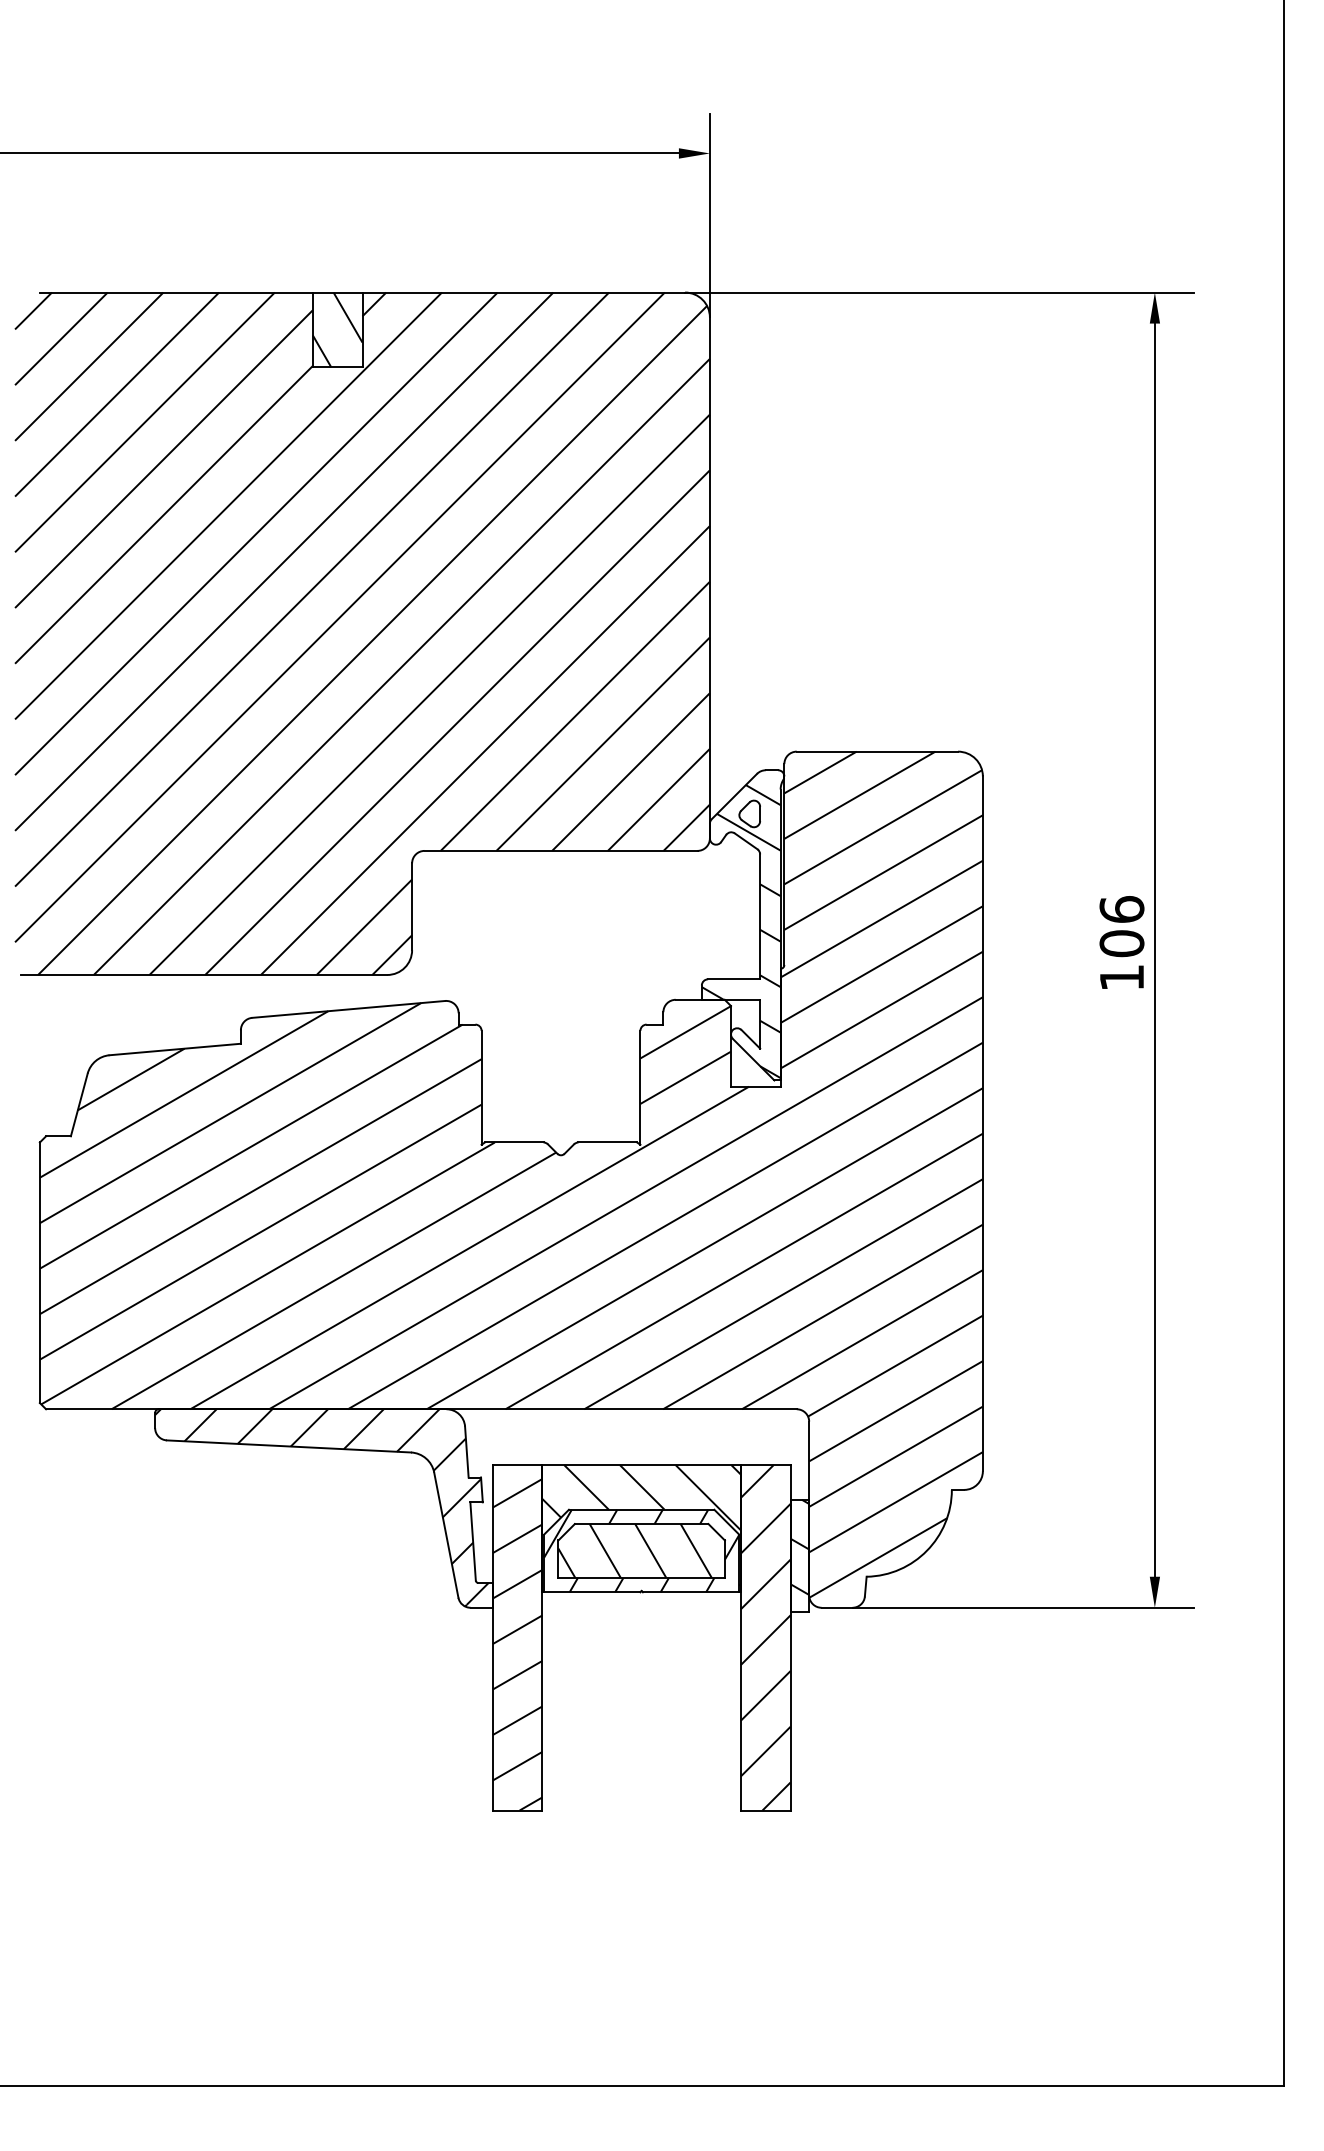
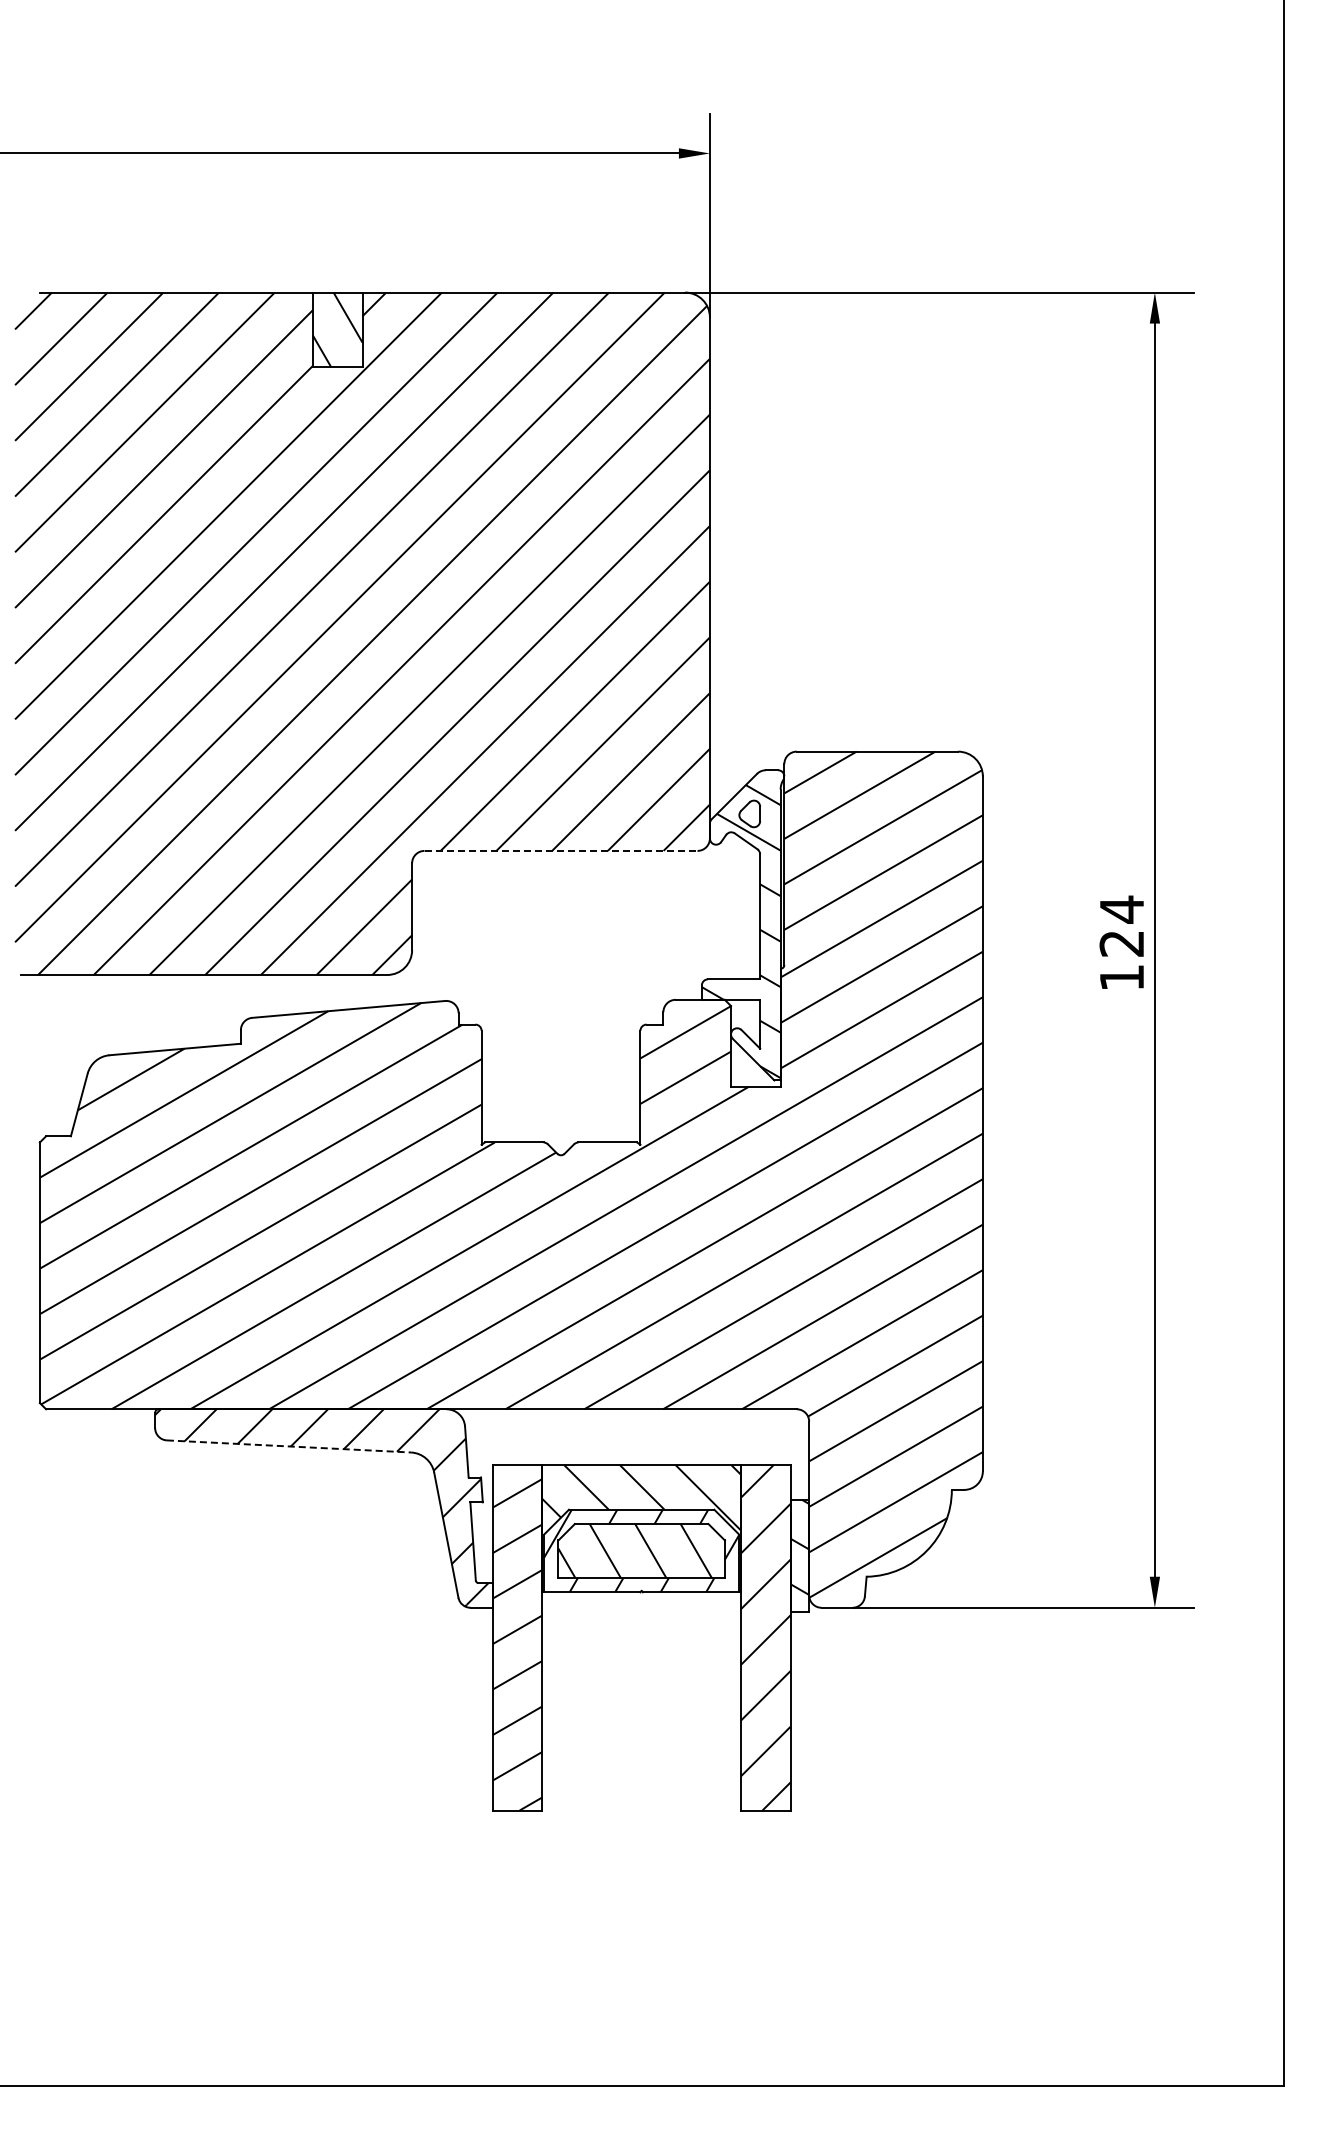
line at (561, 850): solid -> dashed
text at (1121, 926): 106 -> 124
line at (289, 1446): solid -> dashed
